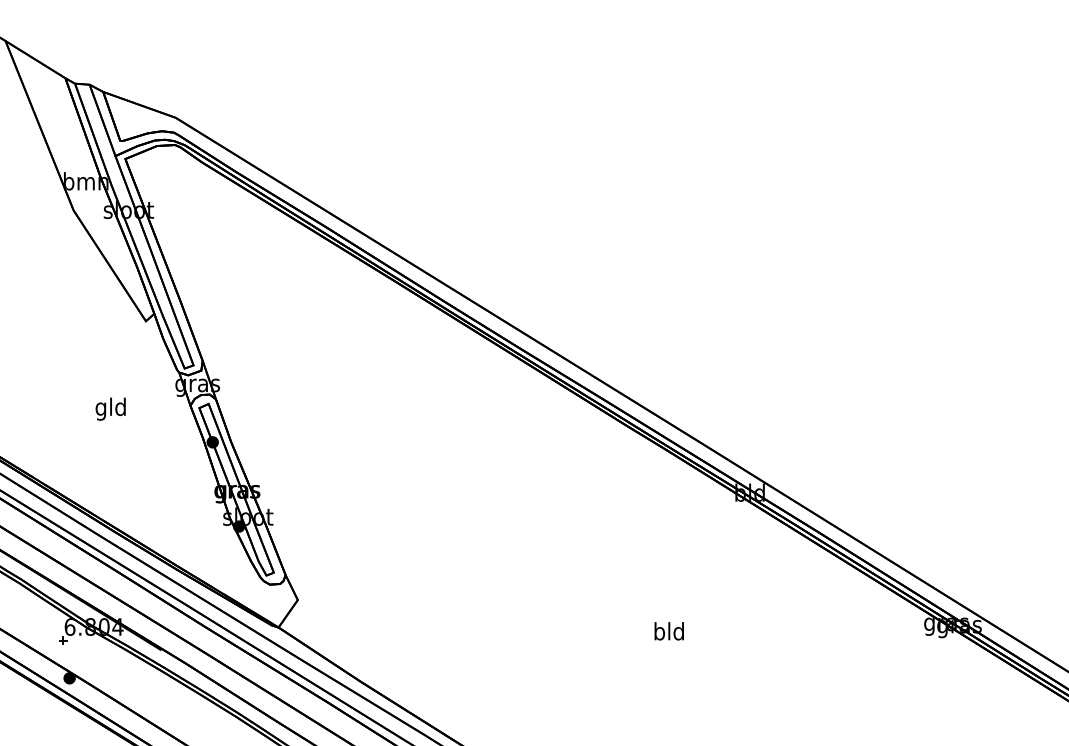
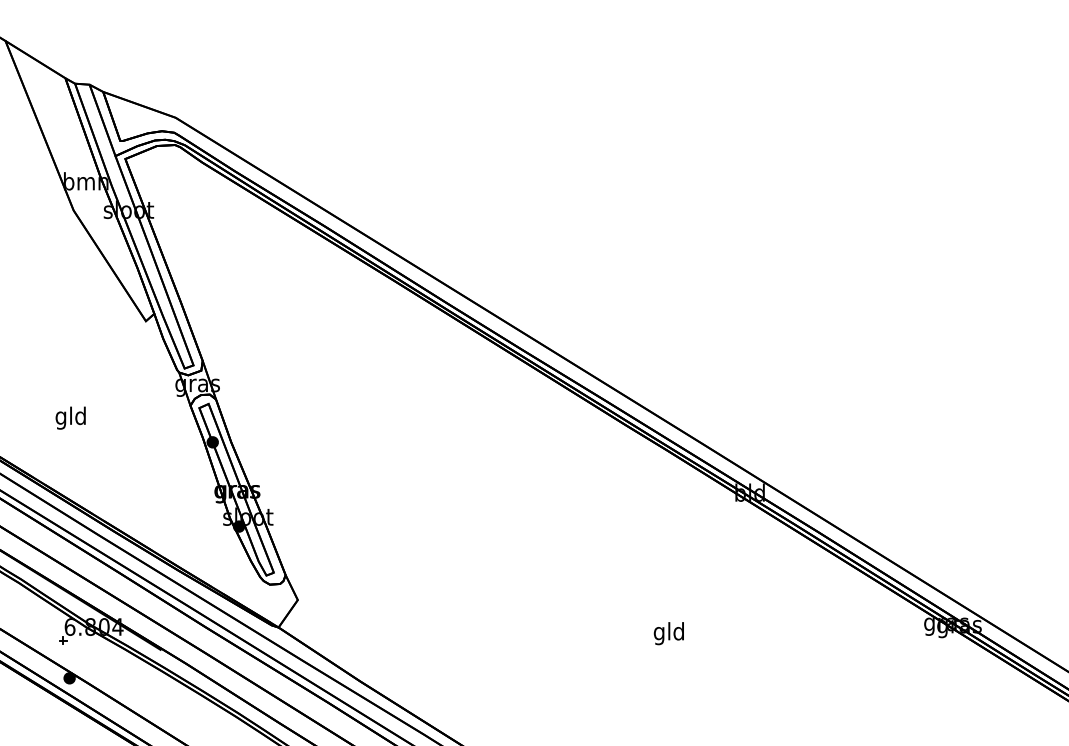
text at (110, 408) position: (110, 408) -> (70, 417)
text at (659, 633): bld -> gld
